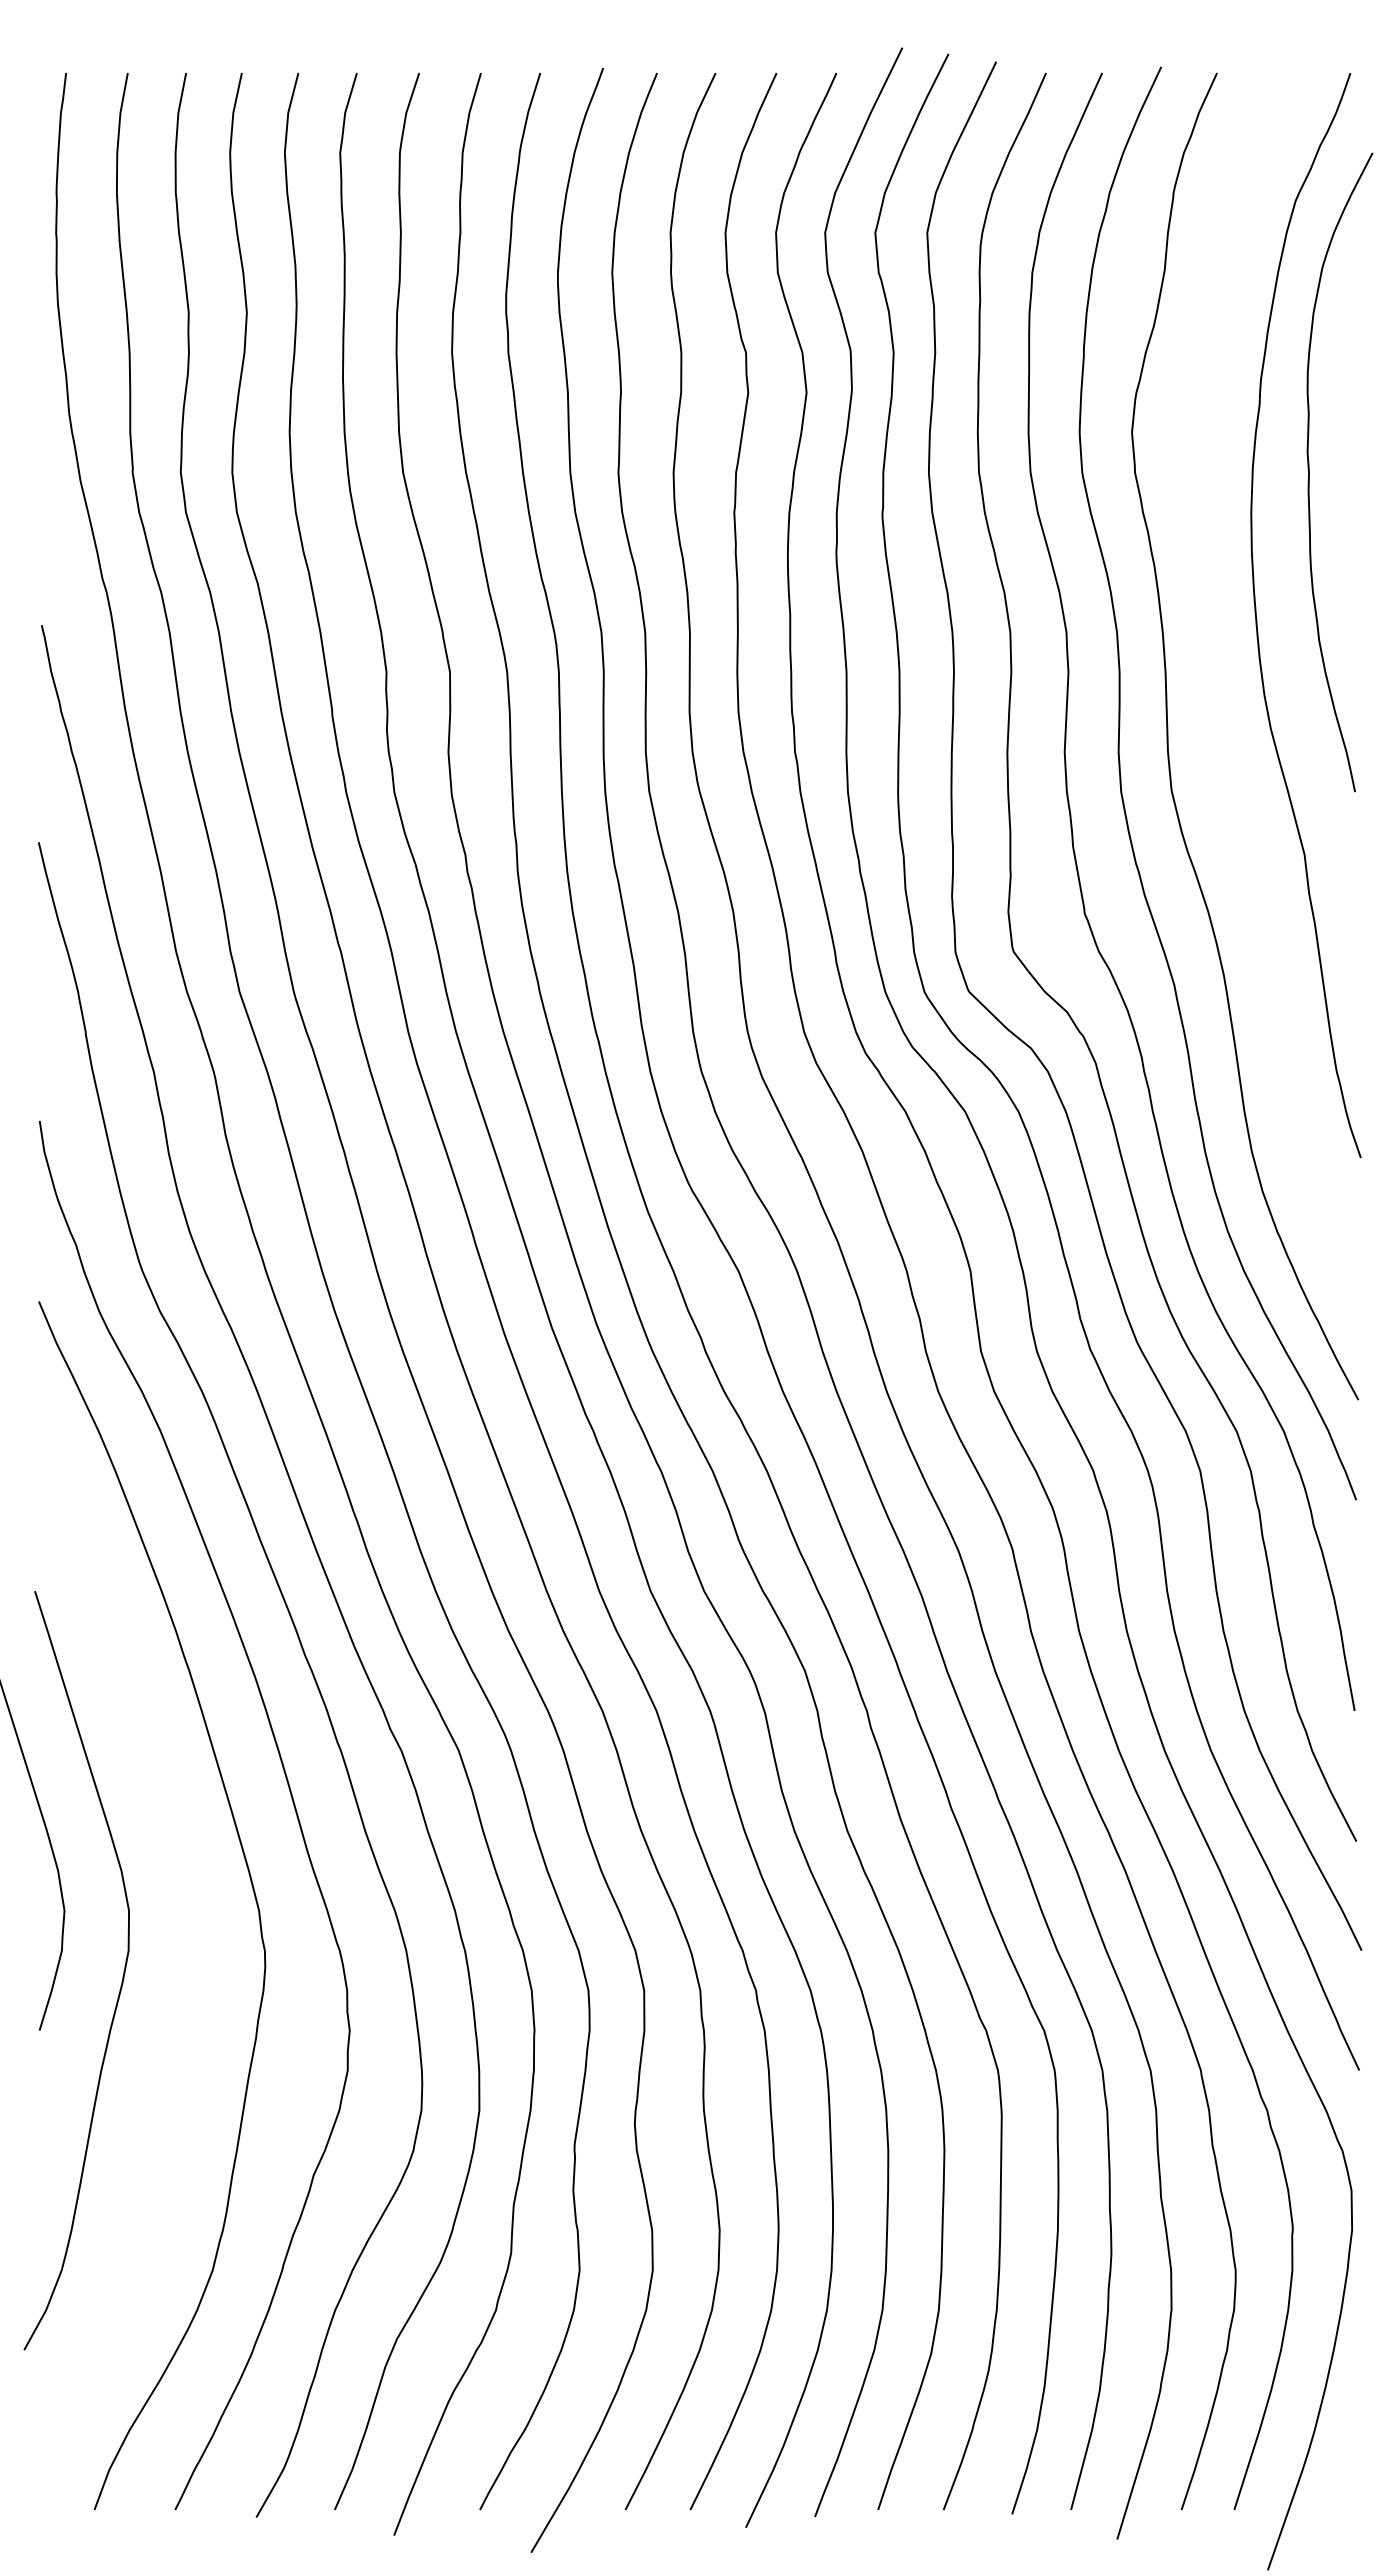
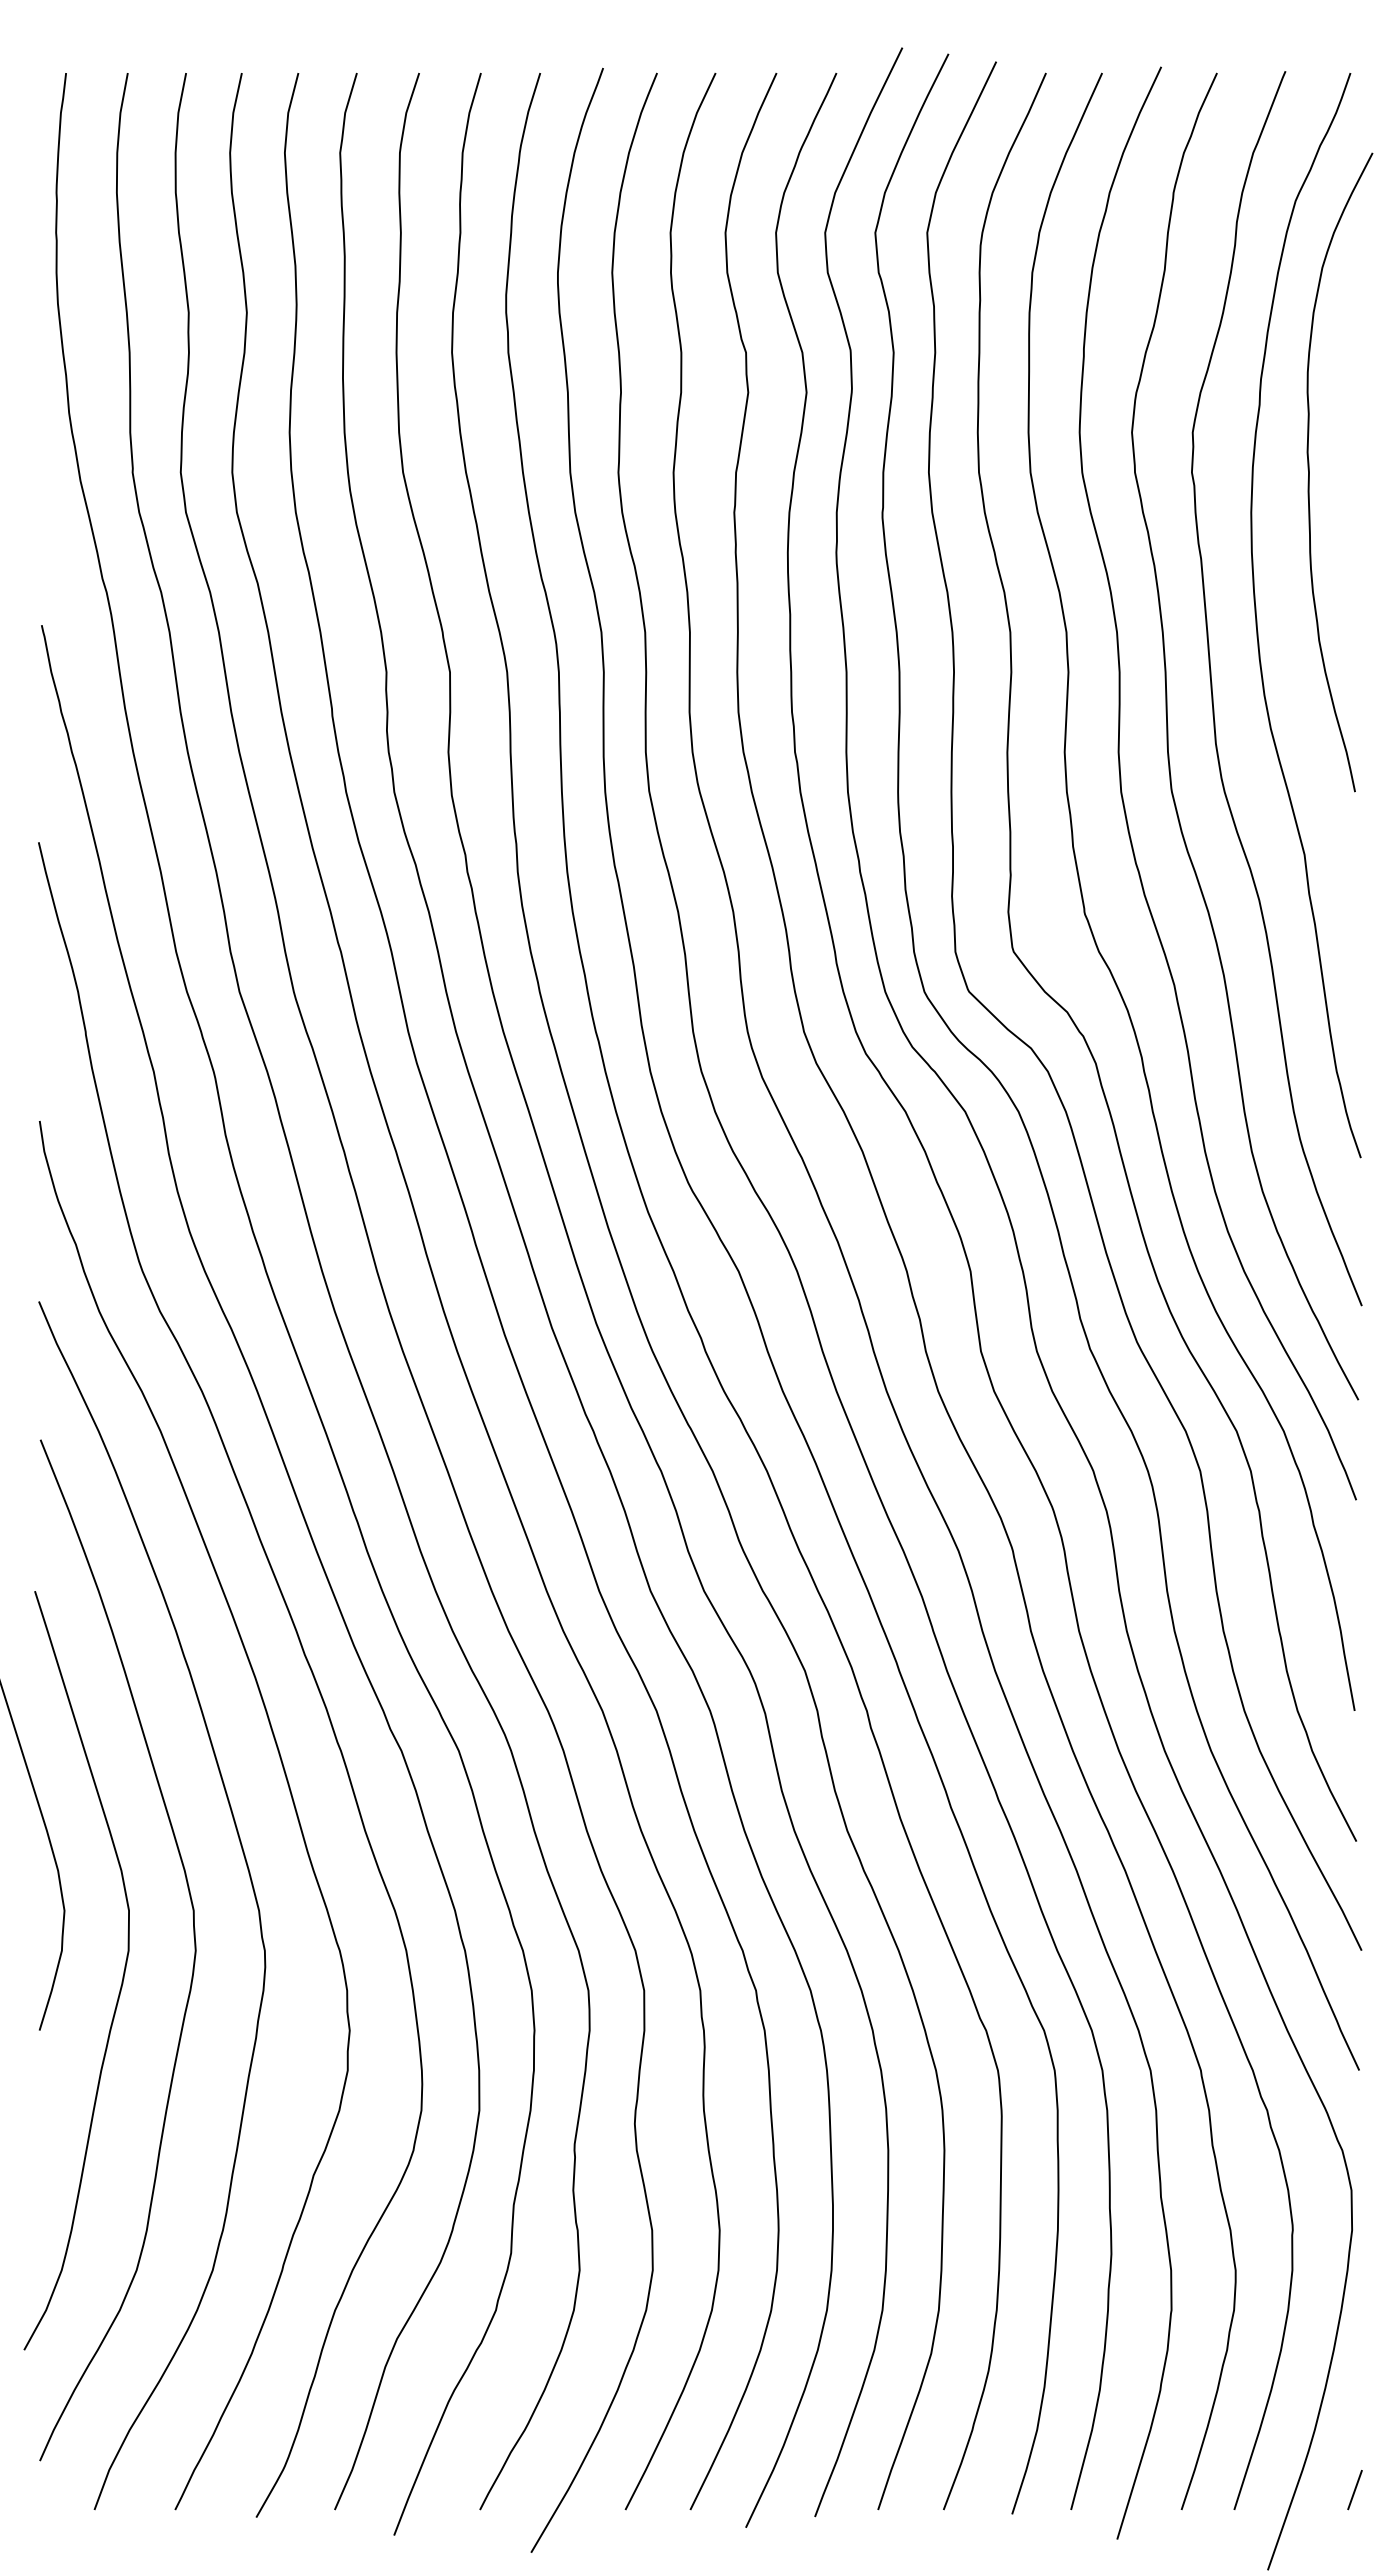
curve at (1213, 695): none -> present
curve at (193, 1959): none -> present
line at (1354, 2490): none -> present
